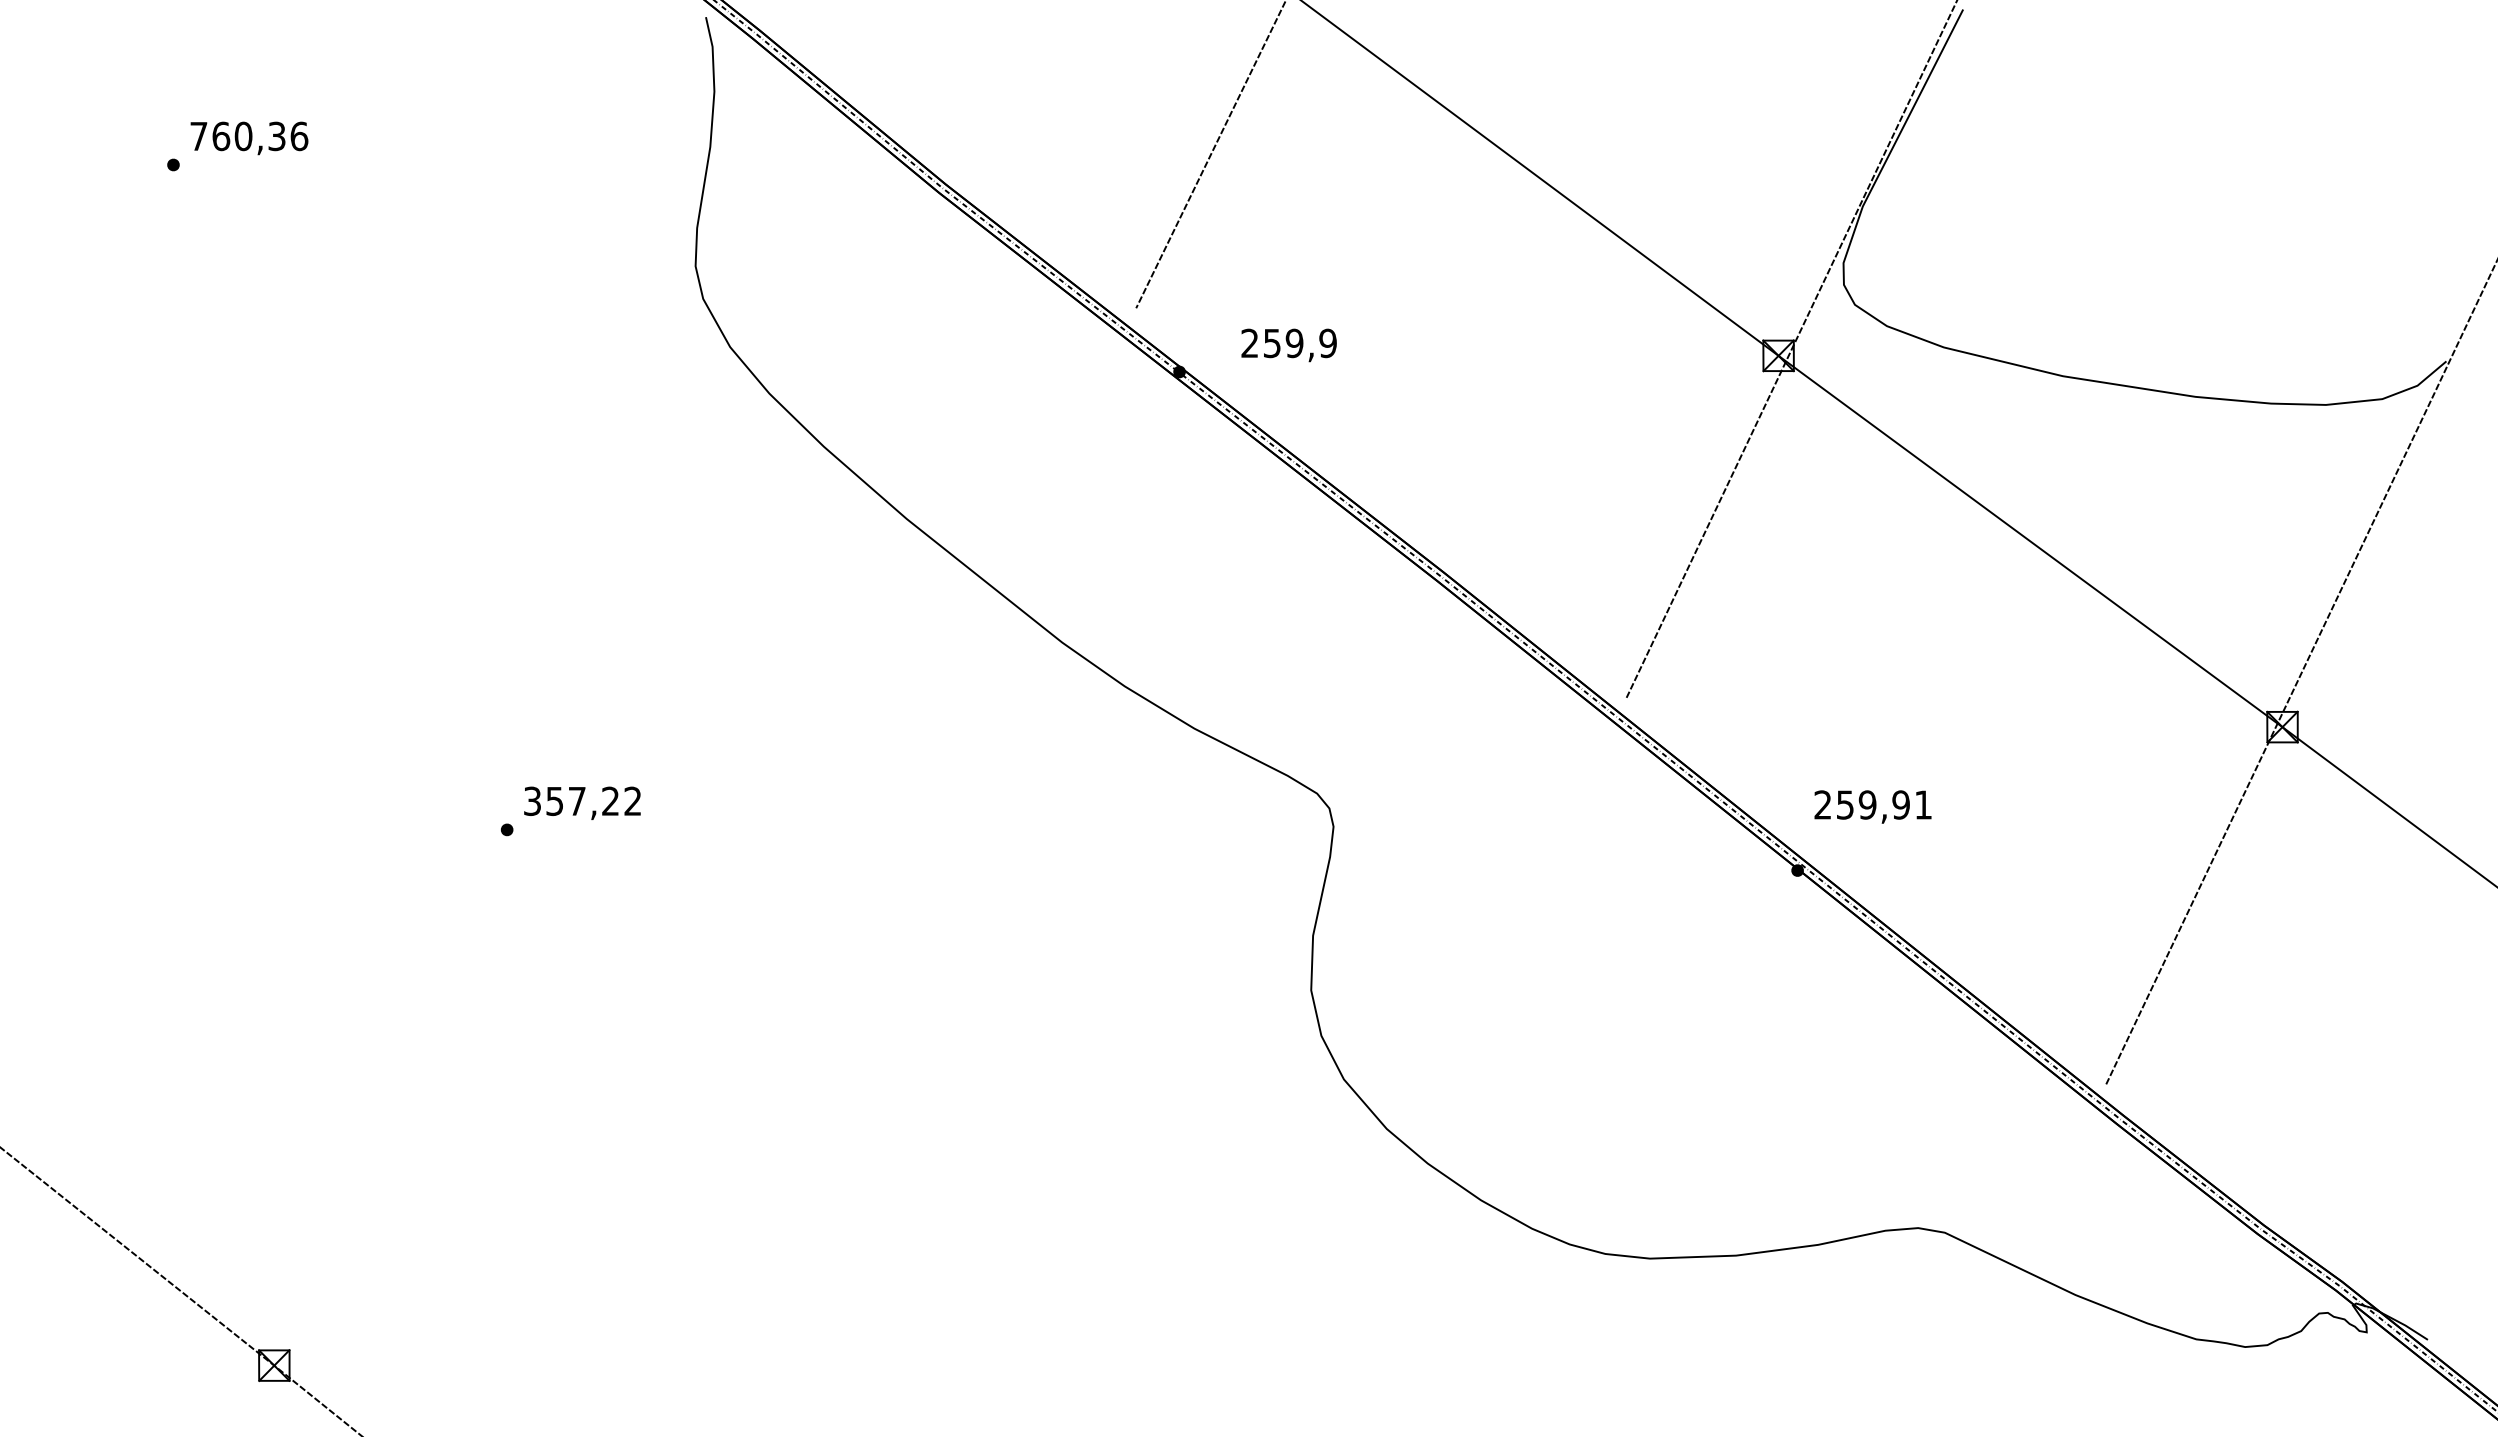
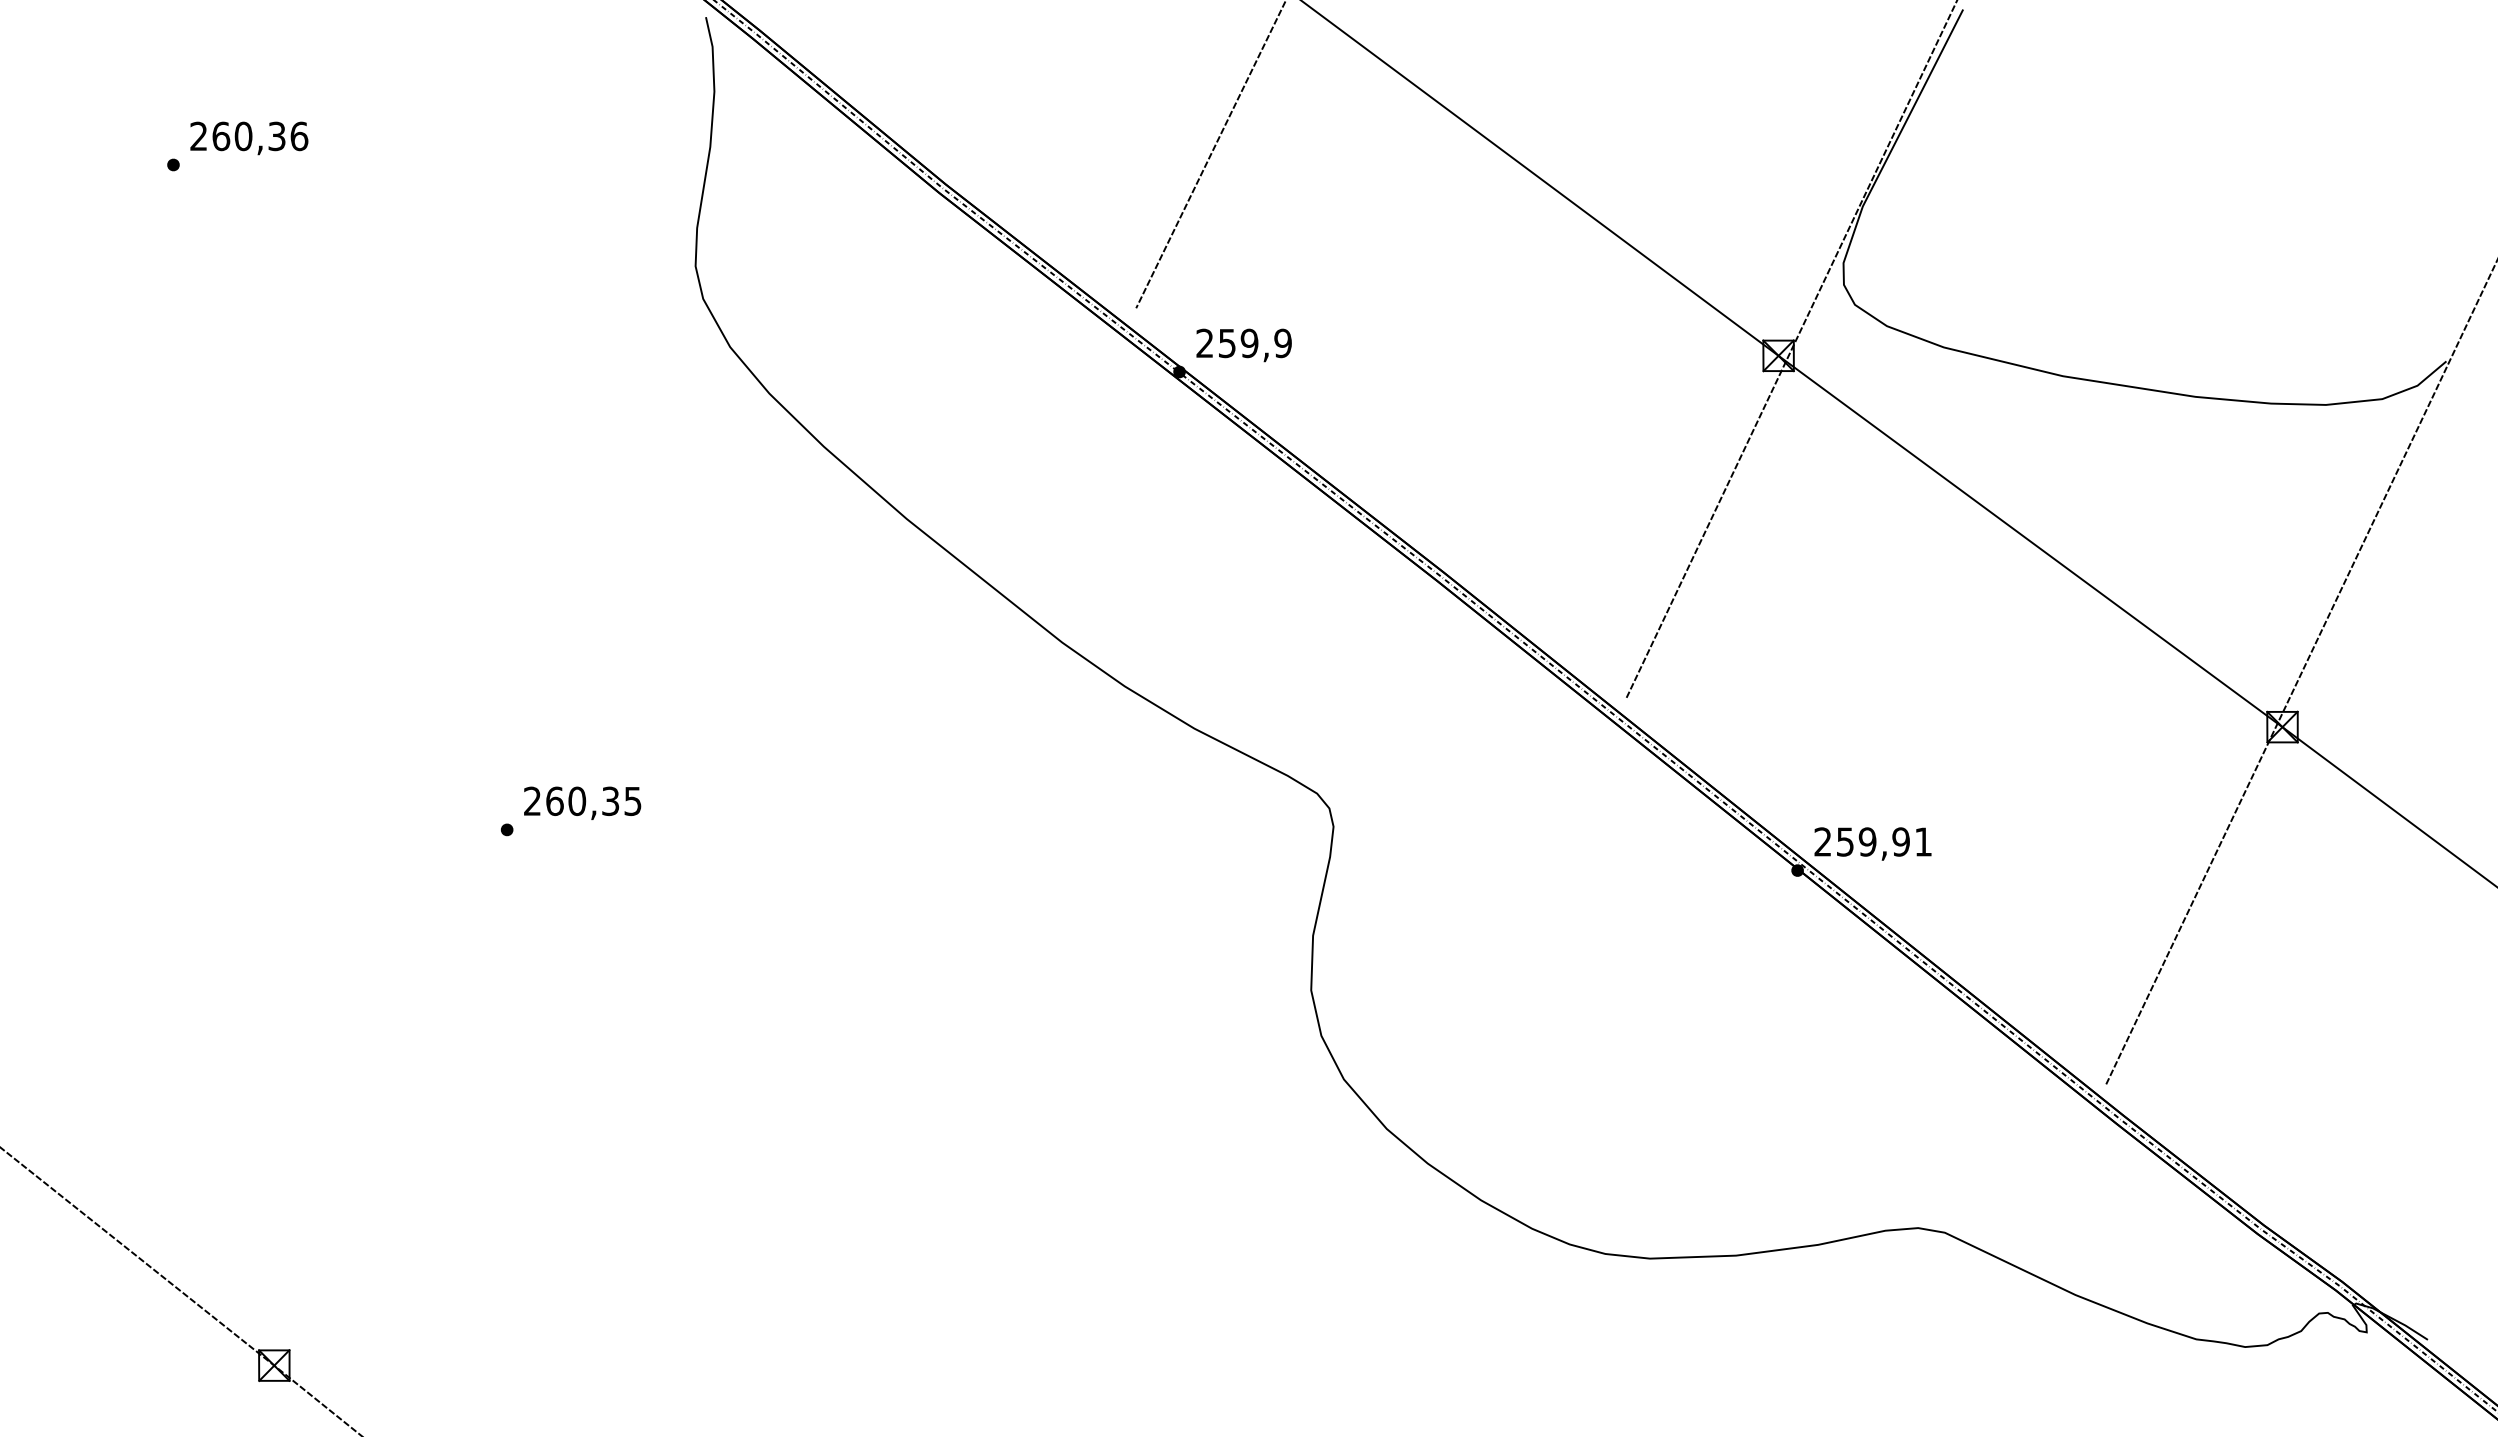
text at (198, 135): 760,36 -> 260,36
text at (1288, 345) position: (1288, 345) -> (1243, 345)
text at (582, 801): 357,22 -> 260,35
text at (1872, 806) position: (1872, 806) -> (1872, 843)
